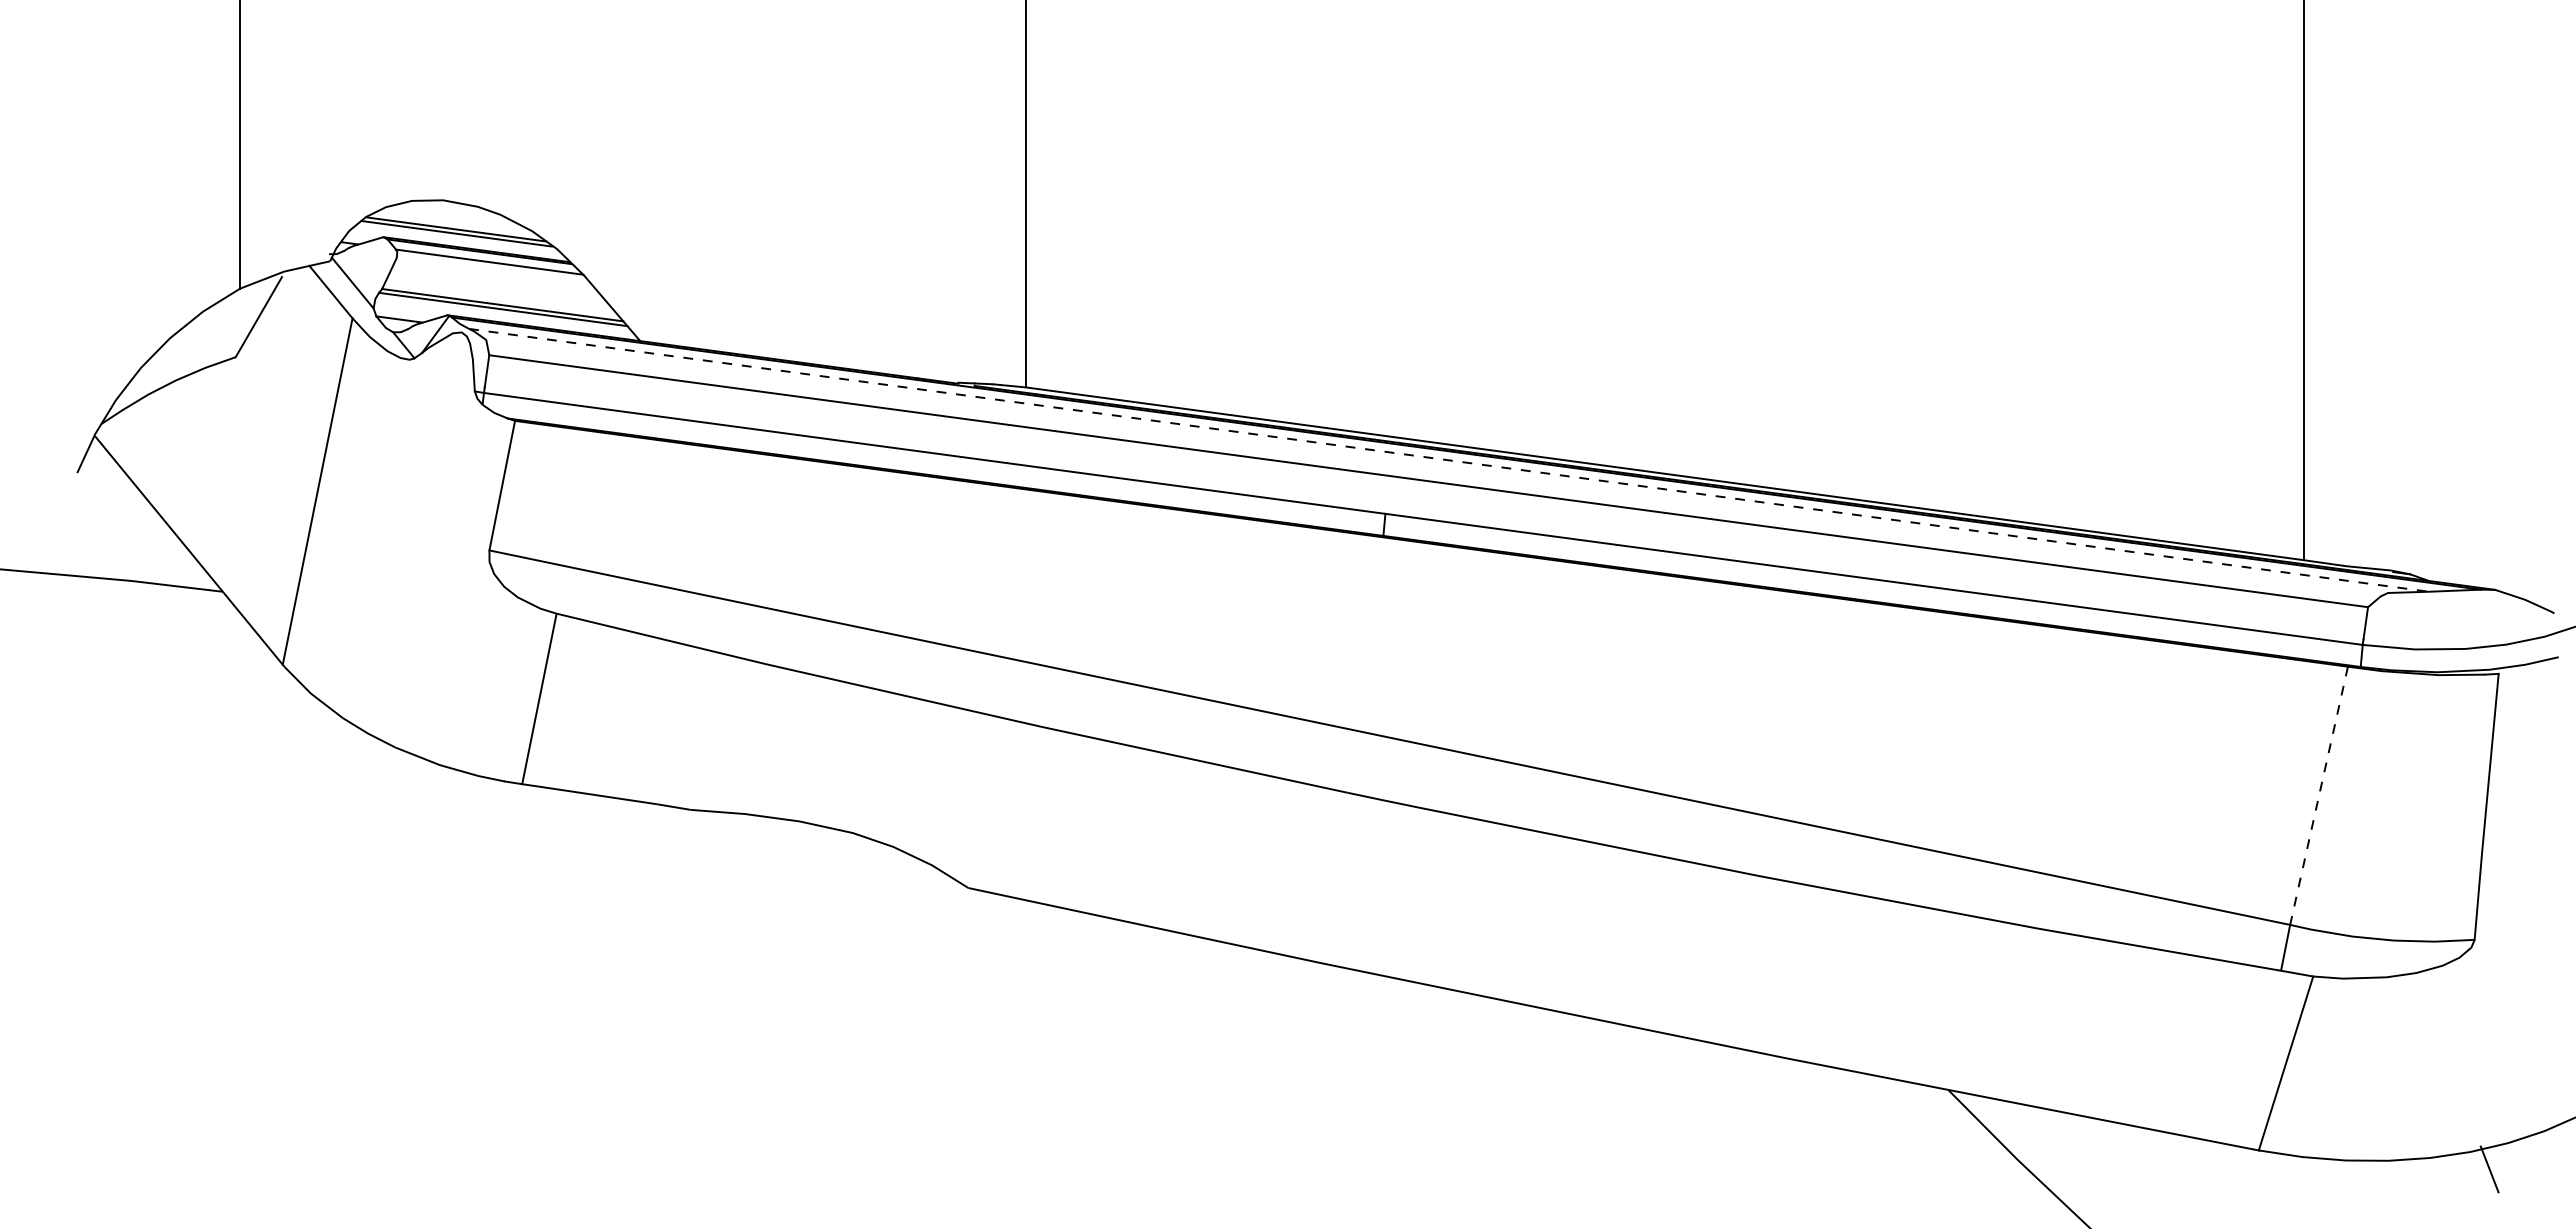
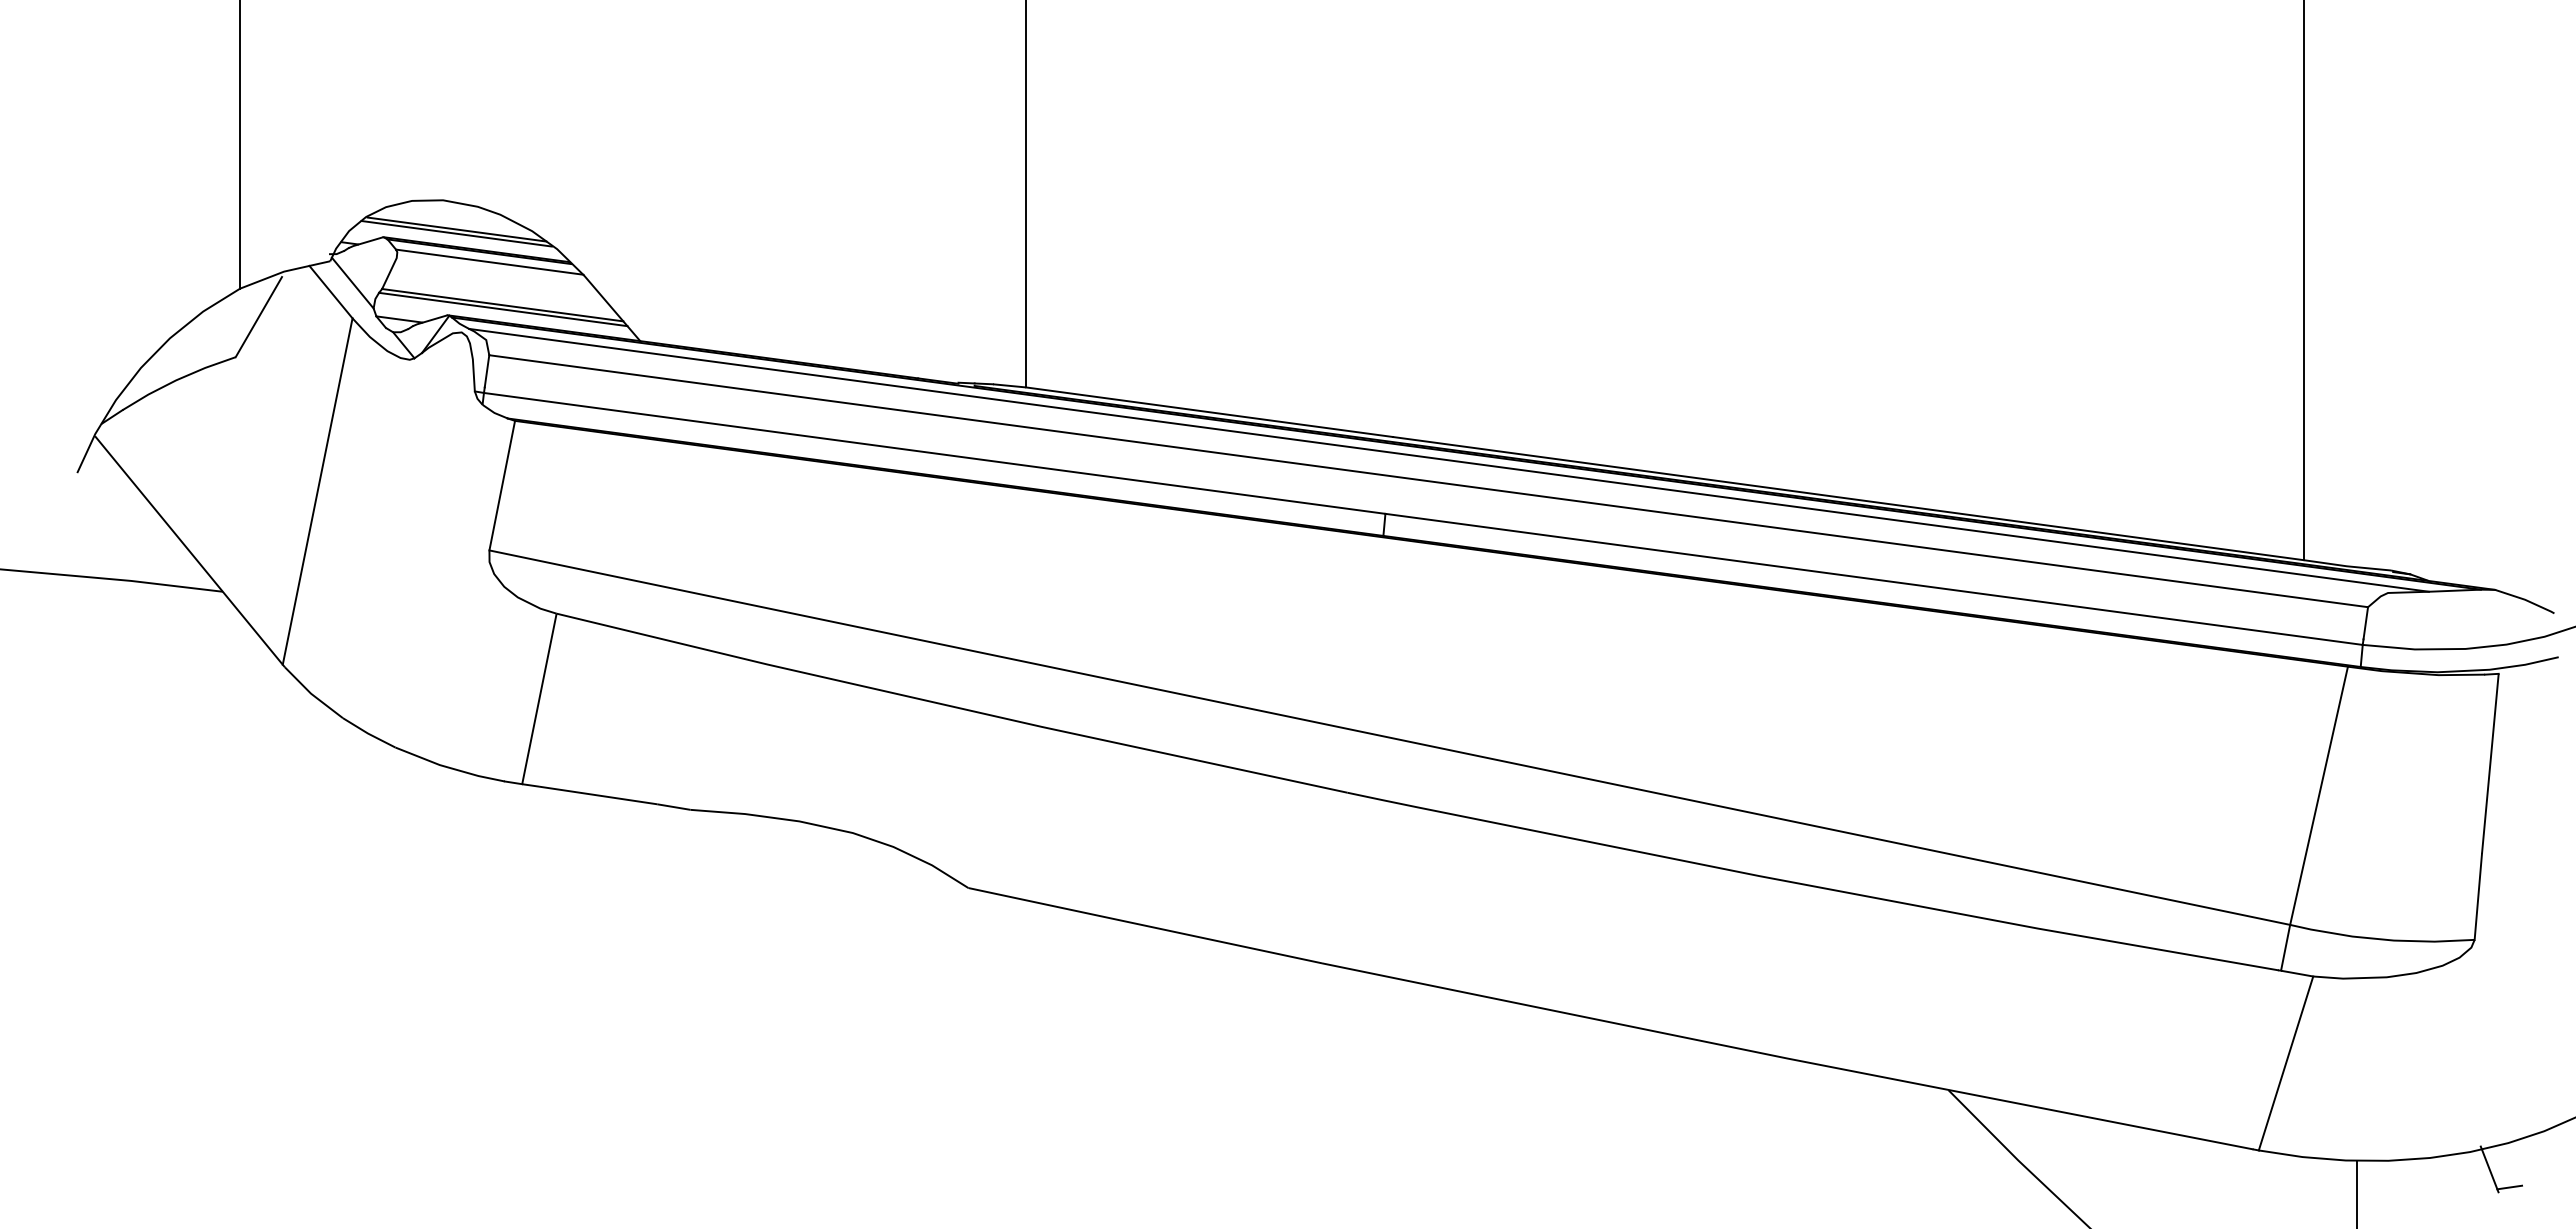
line at (1449, 460): dashed -> solid
line at (2318, 796): dashed -> solid
line at (2509, 1187): none -> present
line at (2357, 1193): none -> present
